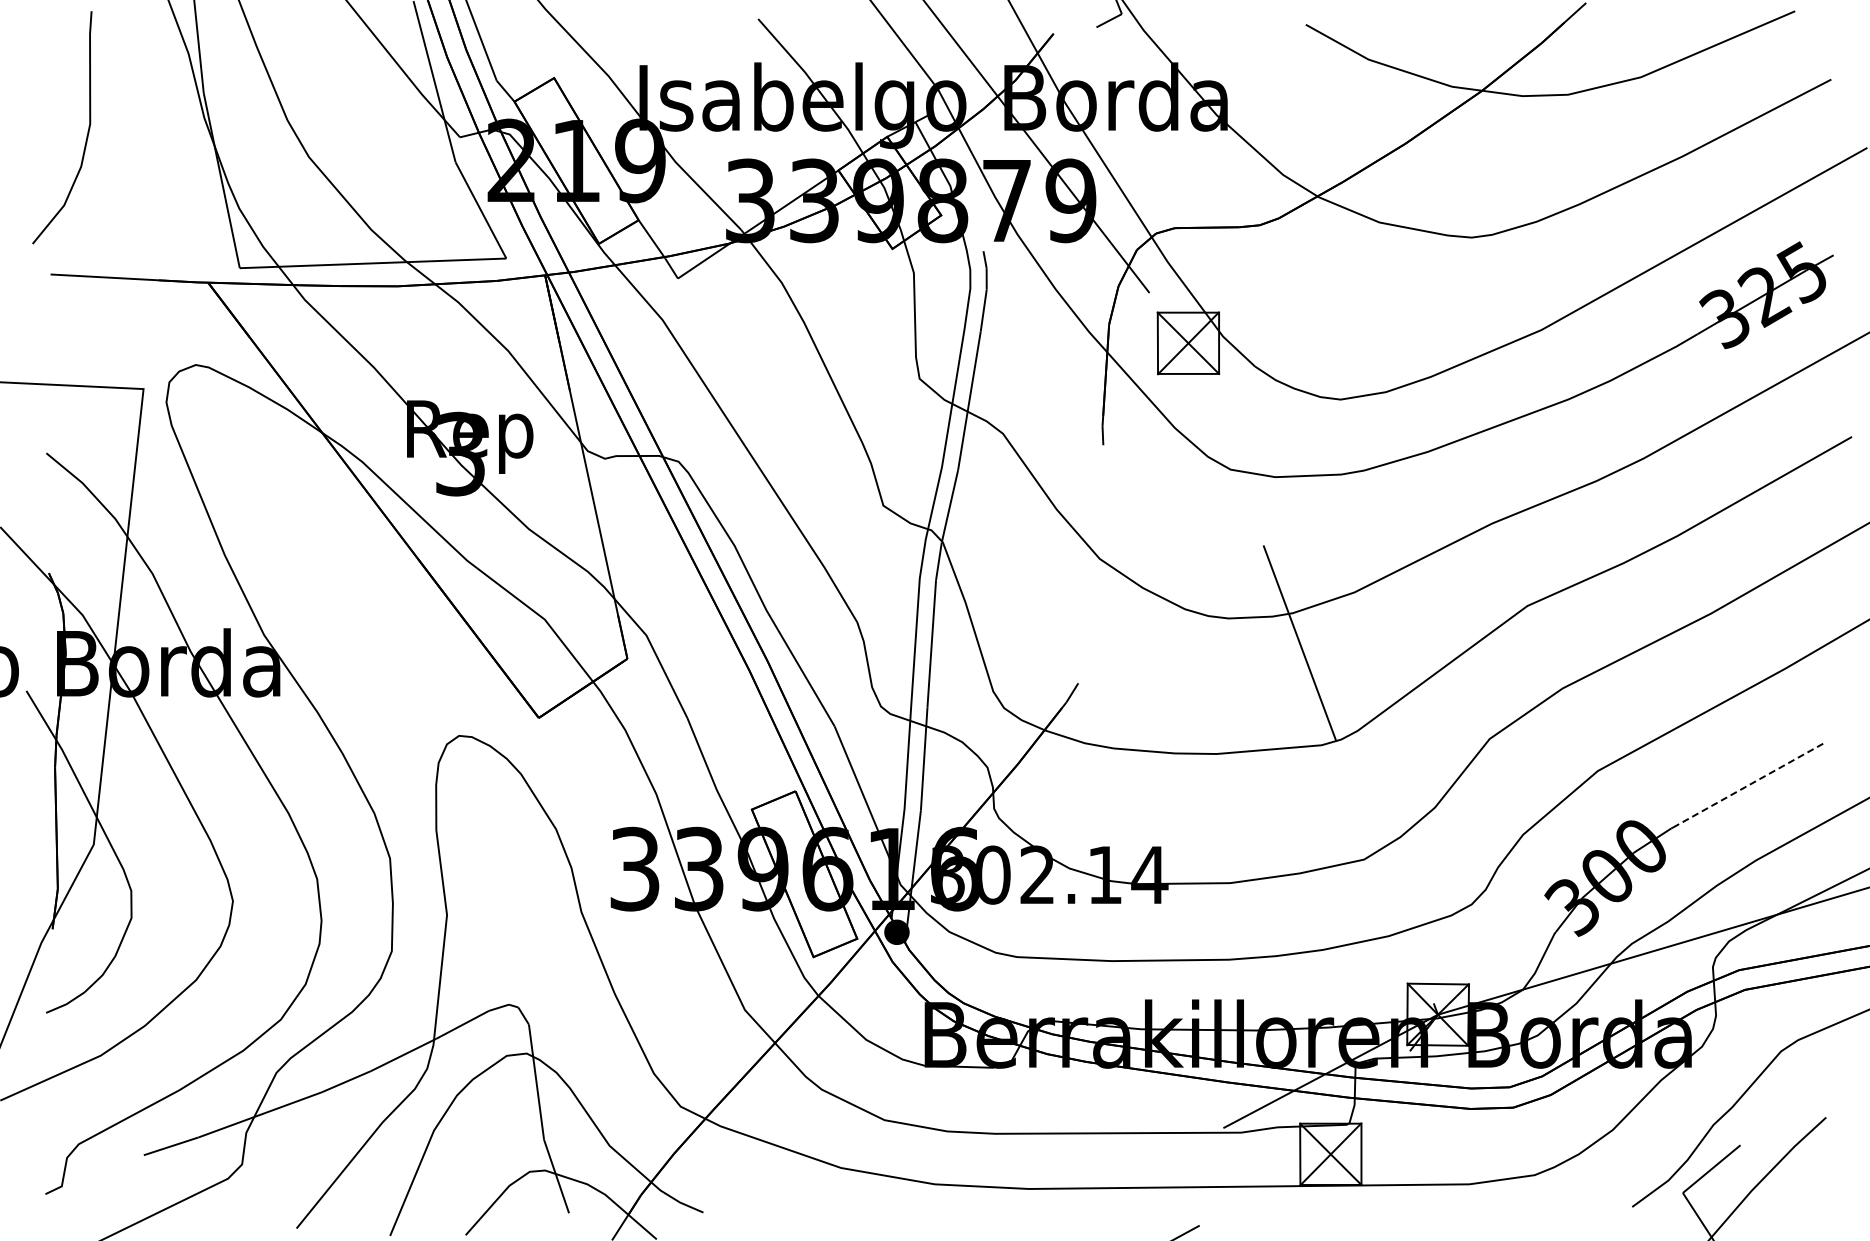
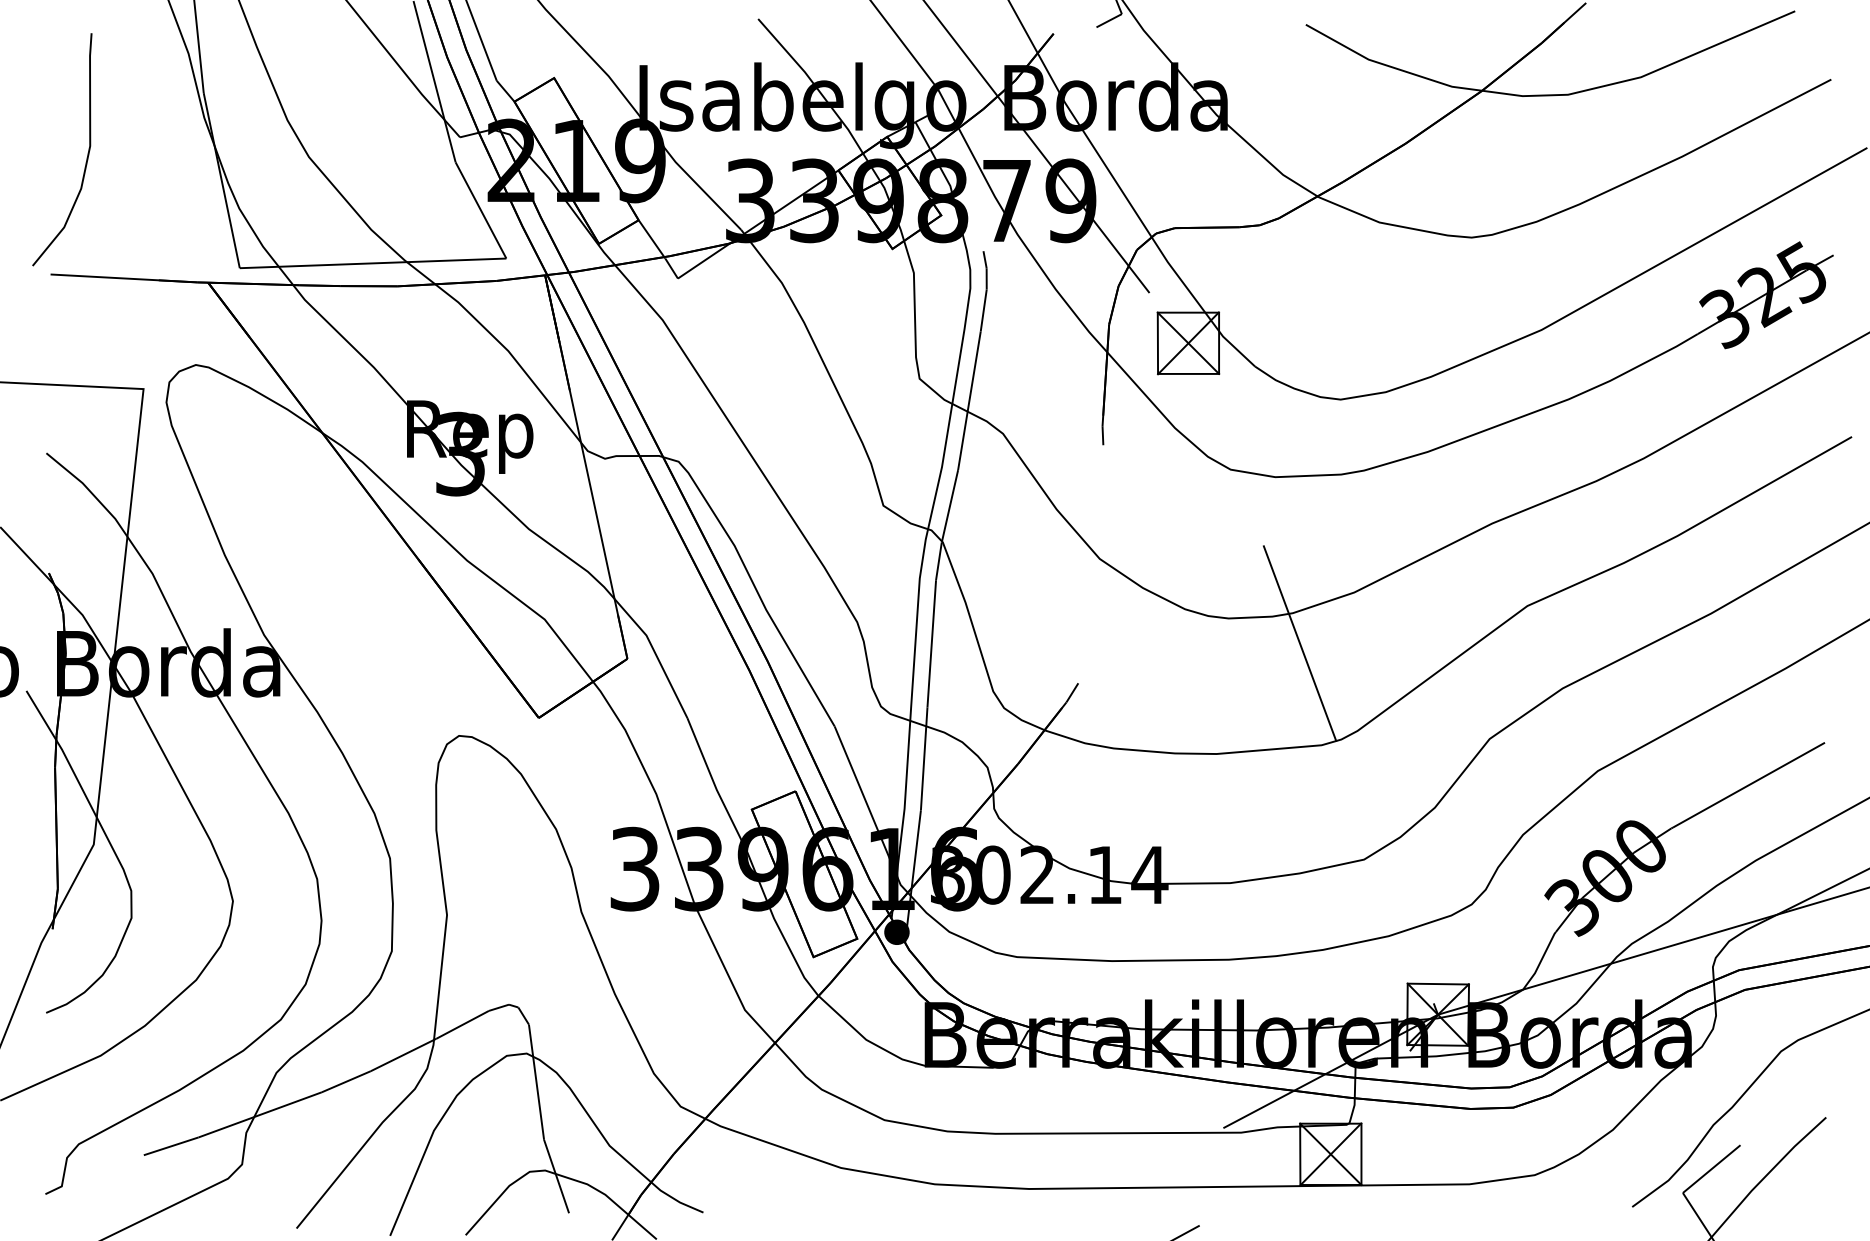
curve at (86, 135) position: (86, 135) -> (86, 157)
line at (1749, 784): dashed -> solid
